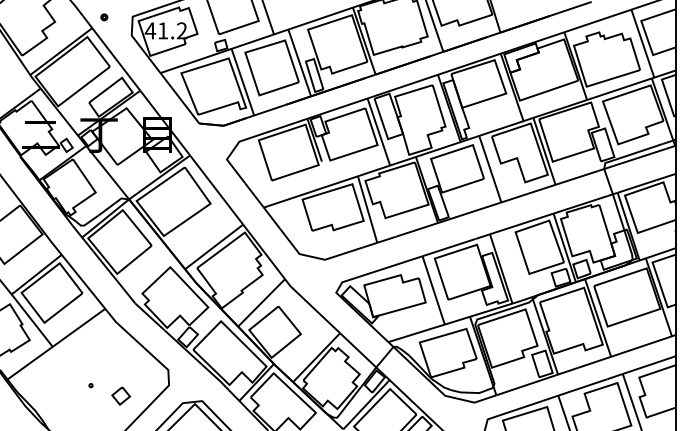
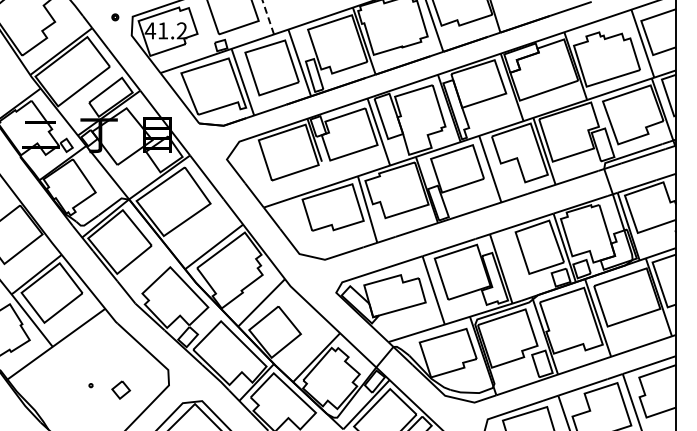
part at (104, 17) position: (104, 17) -> (115, 17)
line at (268, 17): solid -> dashed
part at (121, 395) position: (121, 395) -> (121, 389)
